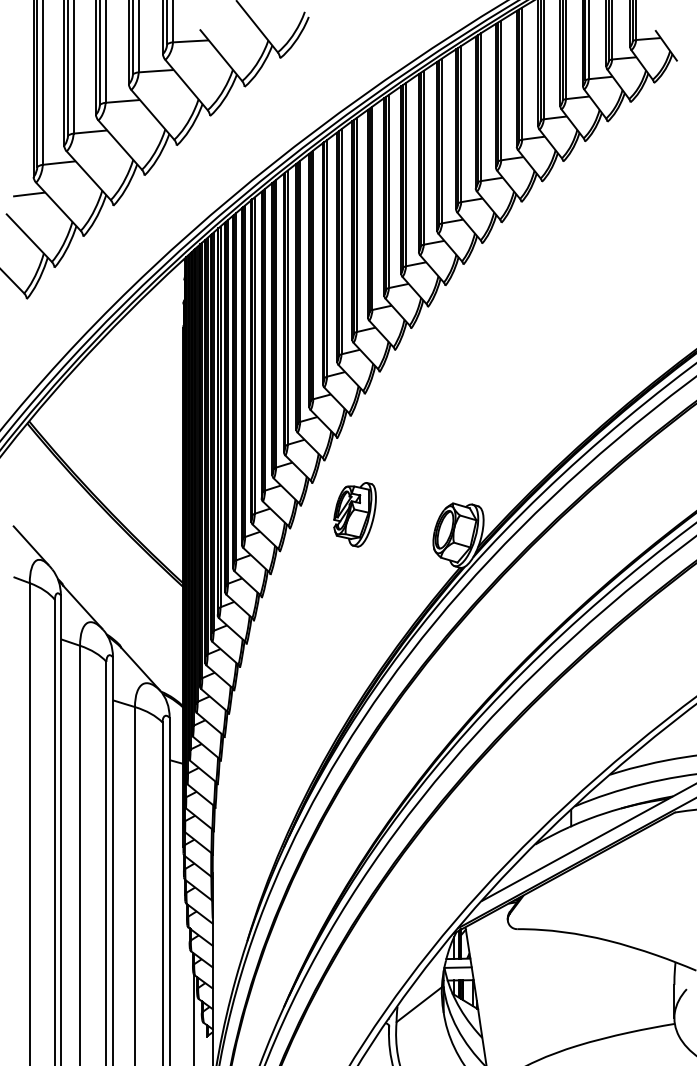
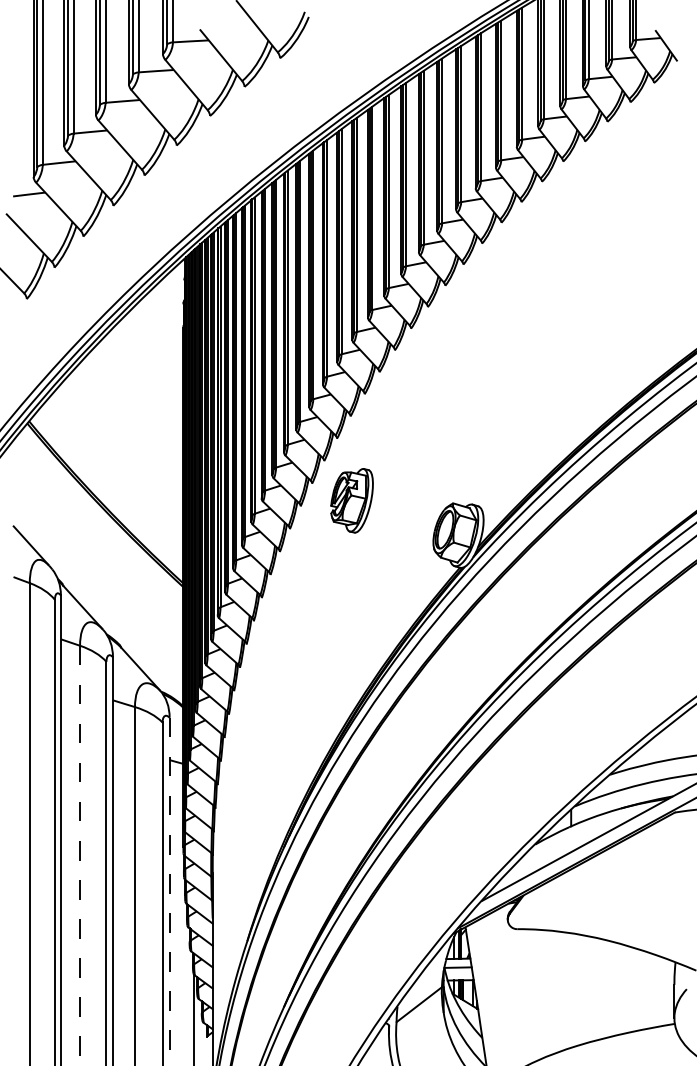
part at (354, 514) position: (354, 514) -> (351, 500)
line at (80, 855): solid -> dashed
line at (169, 891): solid -> dashed
